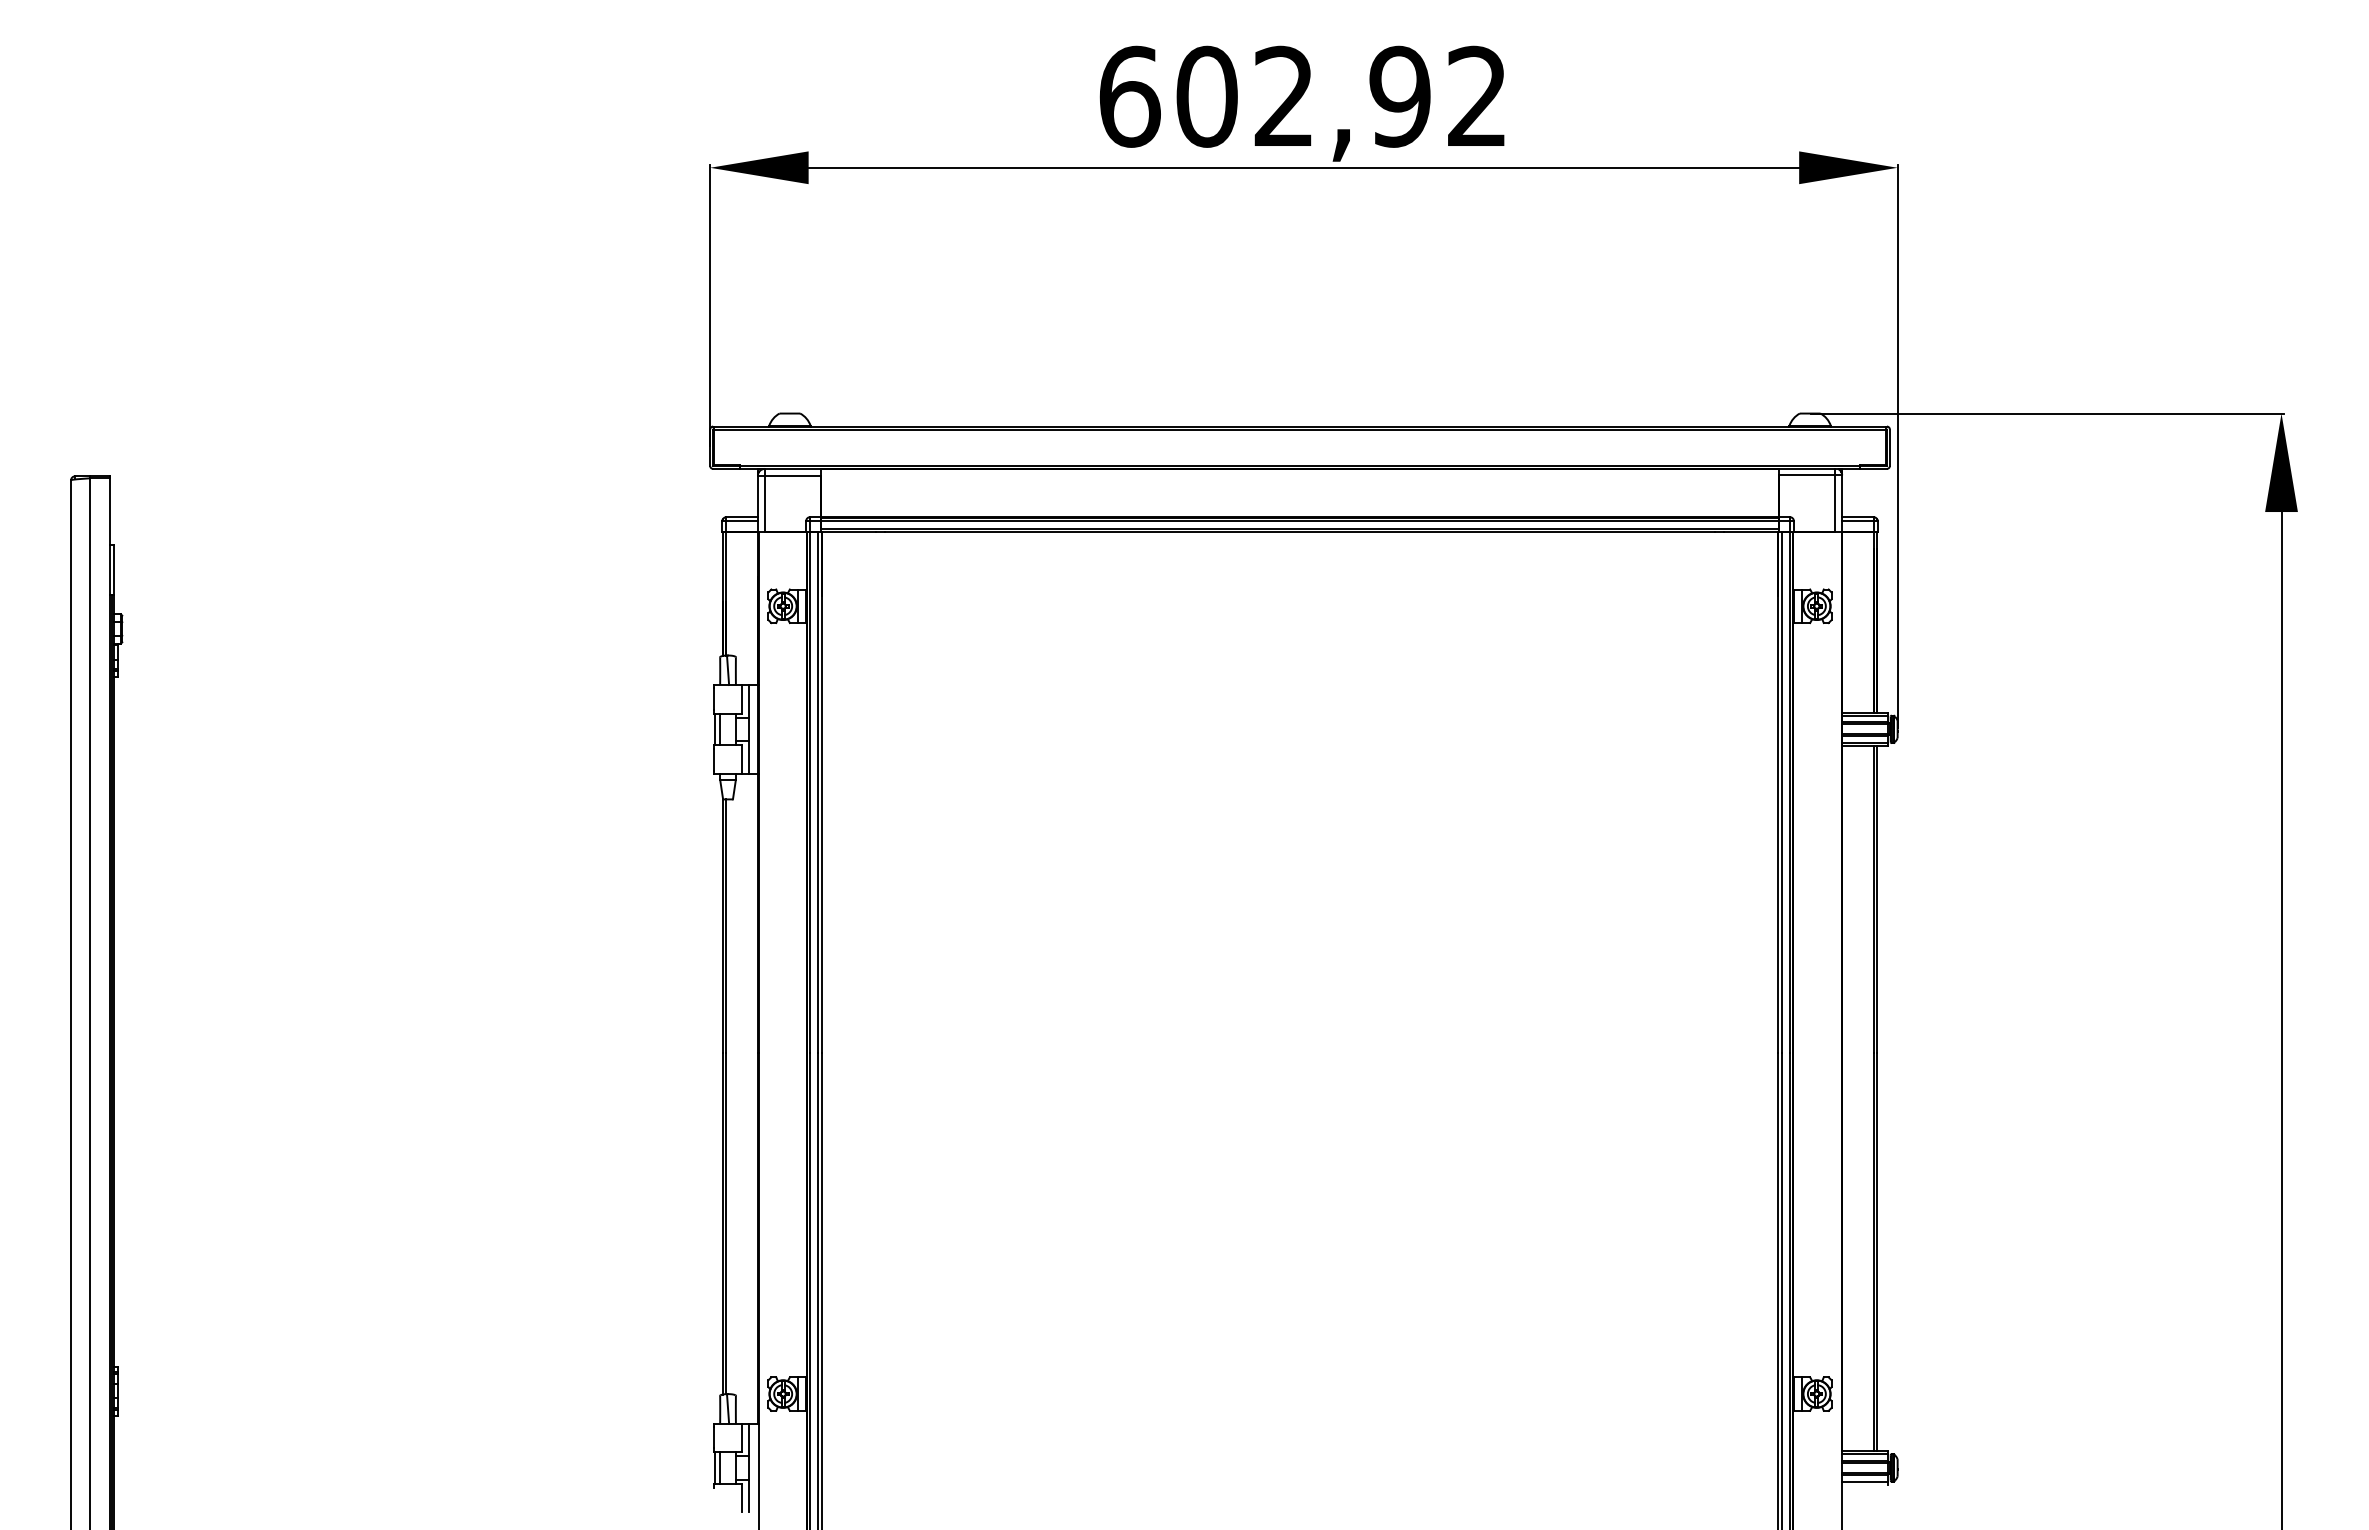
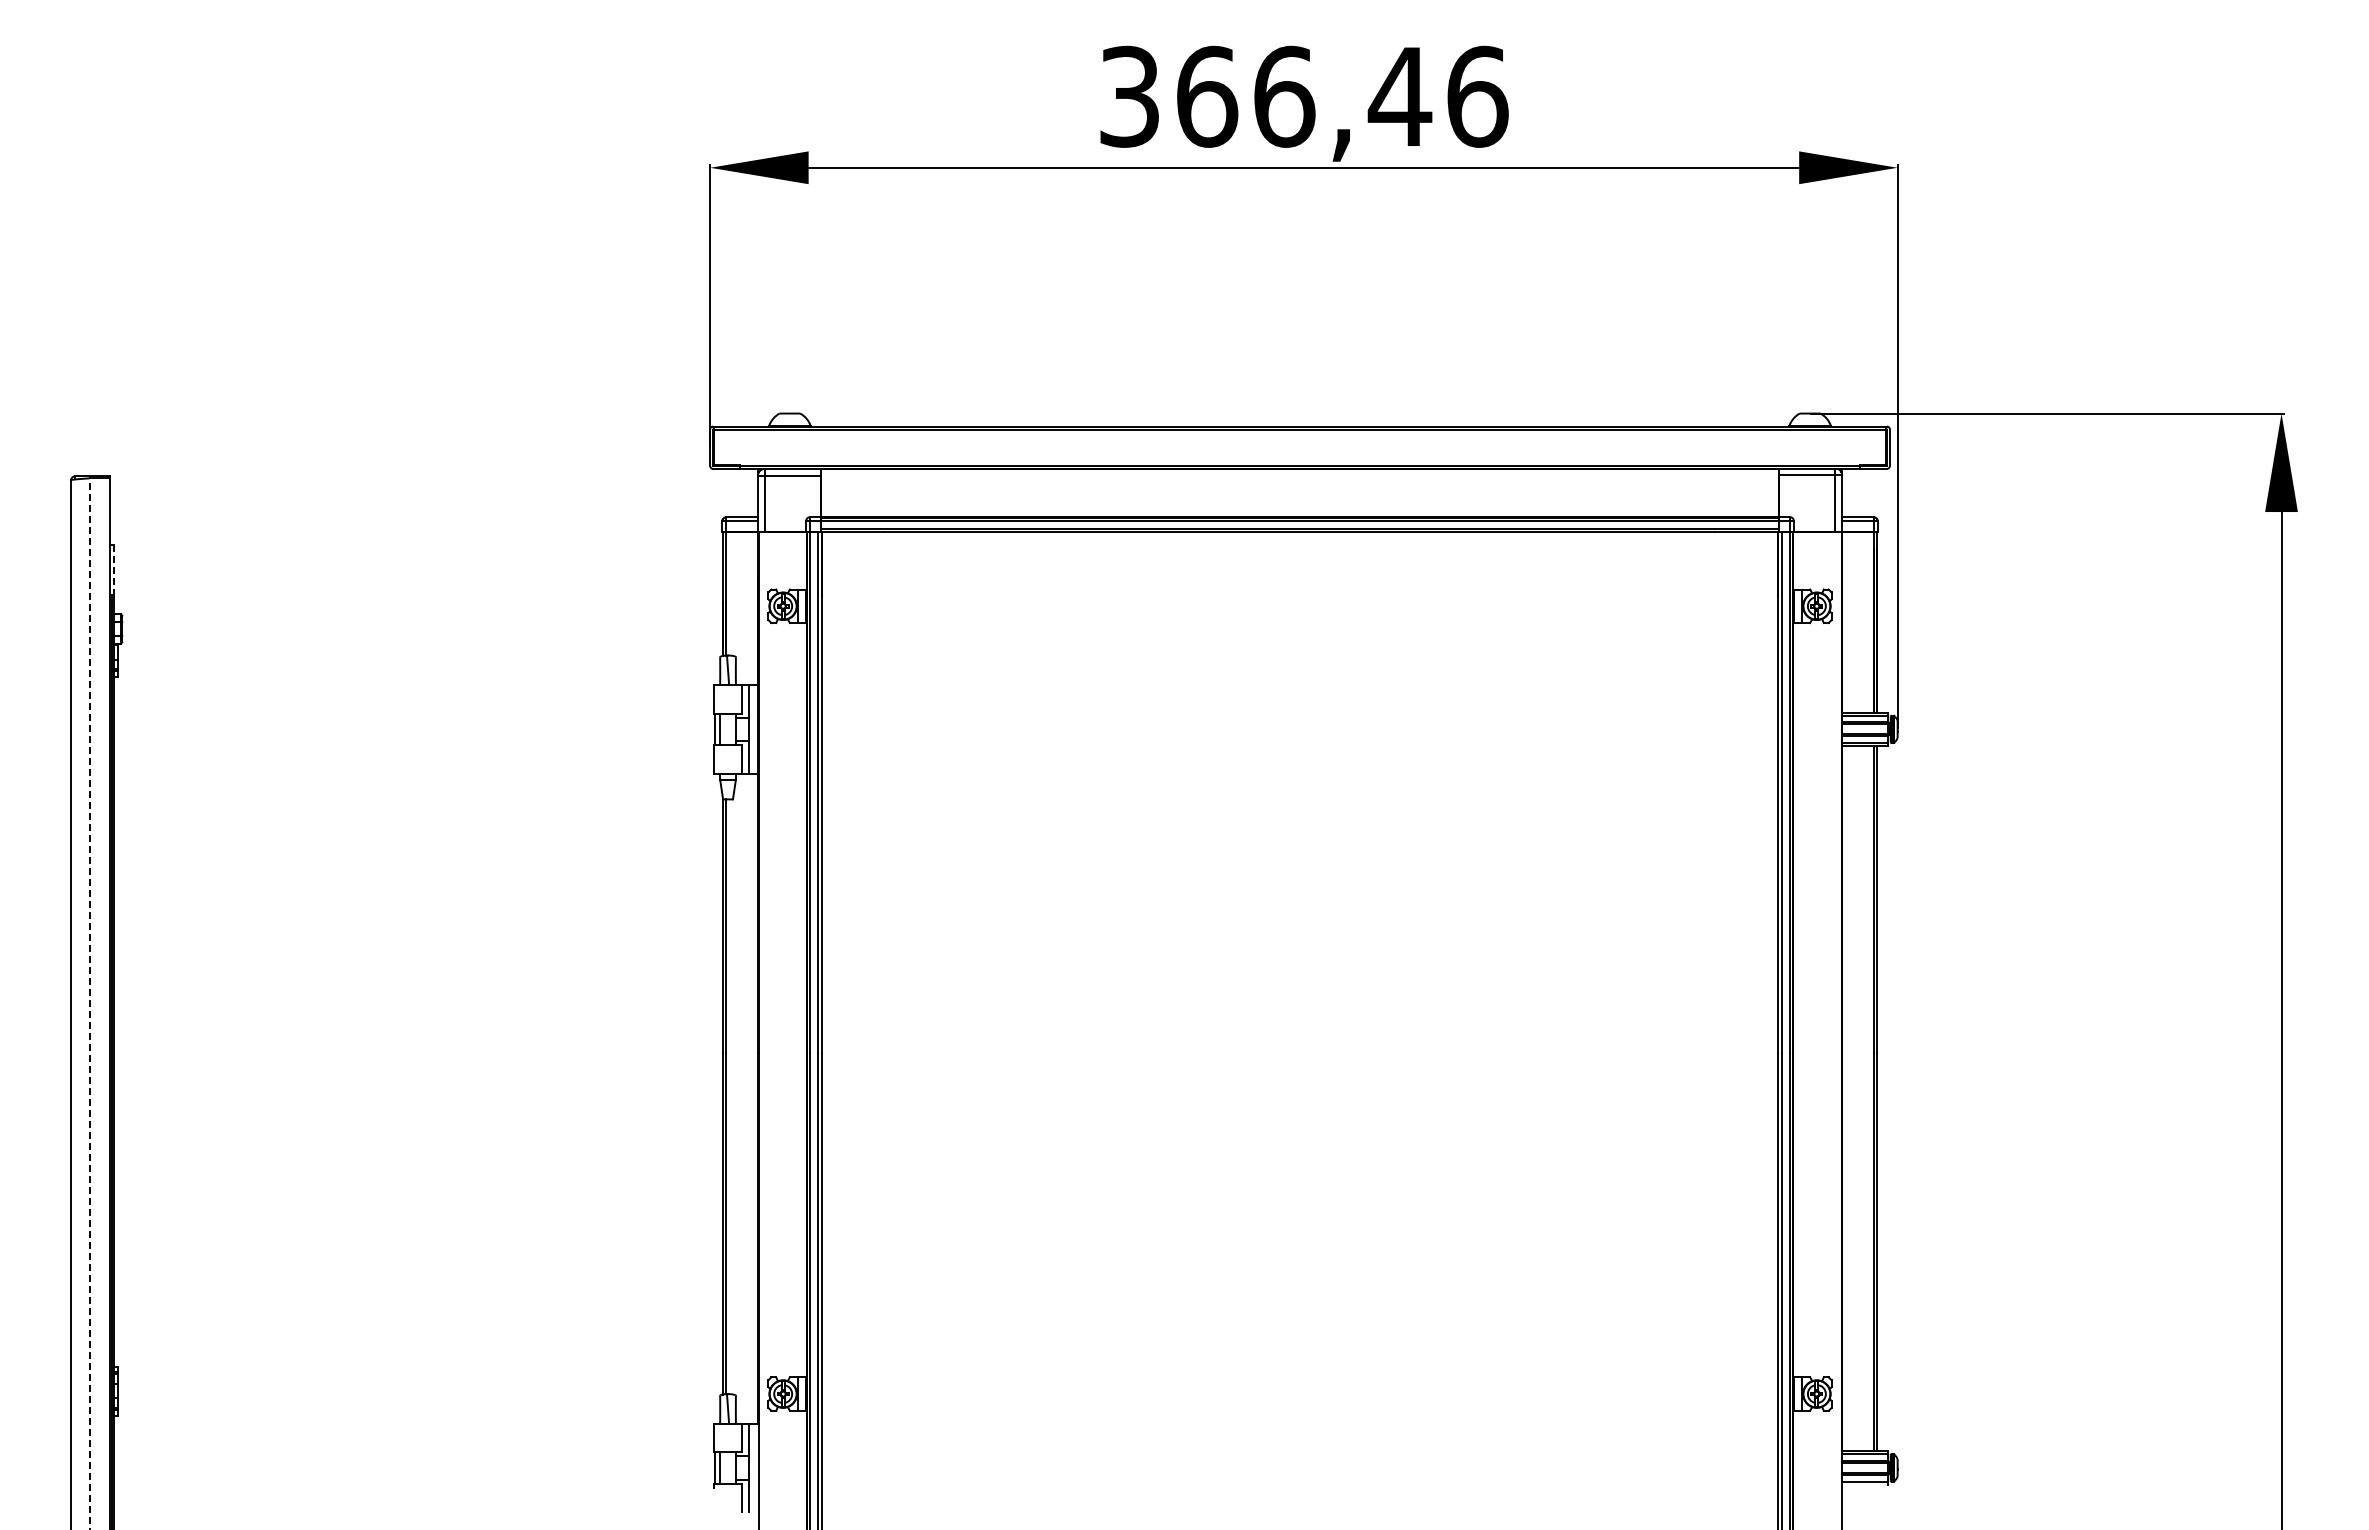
text at (1303, 96): 602,92 -> 366,46
line at (114, 569): solid -> dashed
line at (89, 1003): solid -> dashed
